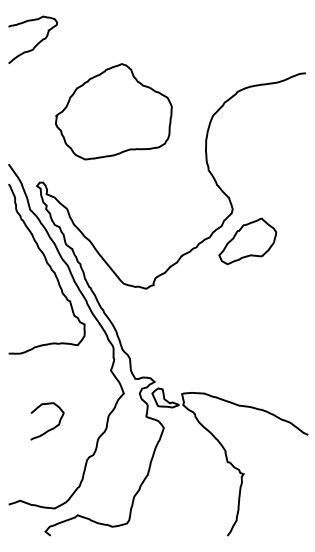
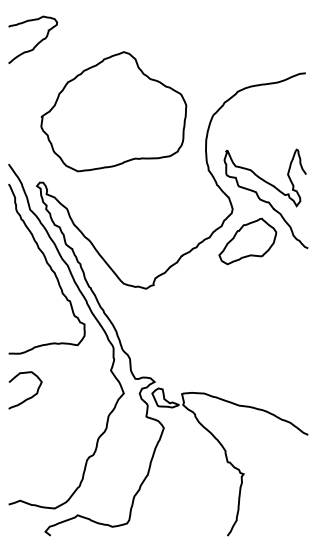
part at (113, 111) size: 118x98 px -> 148x122 px
curve at (265, 200): none -> present
curve at (50, 428) position: (50, 428) -> (28, 397)
